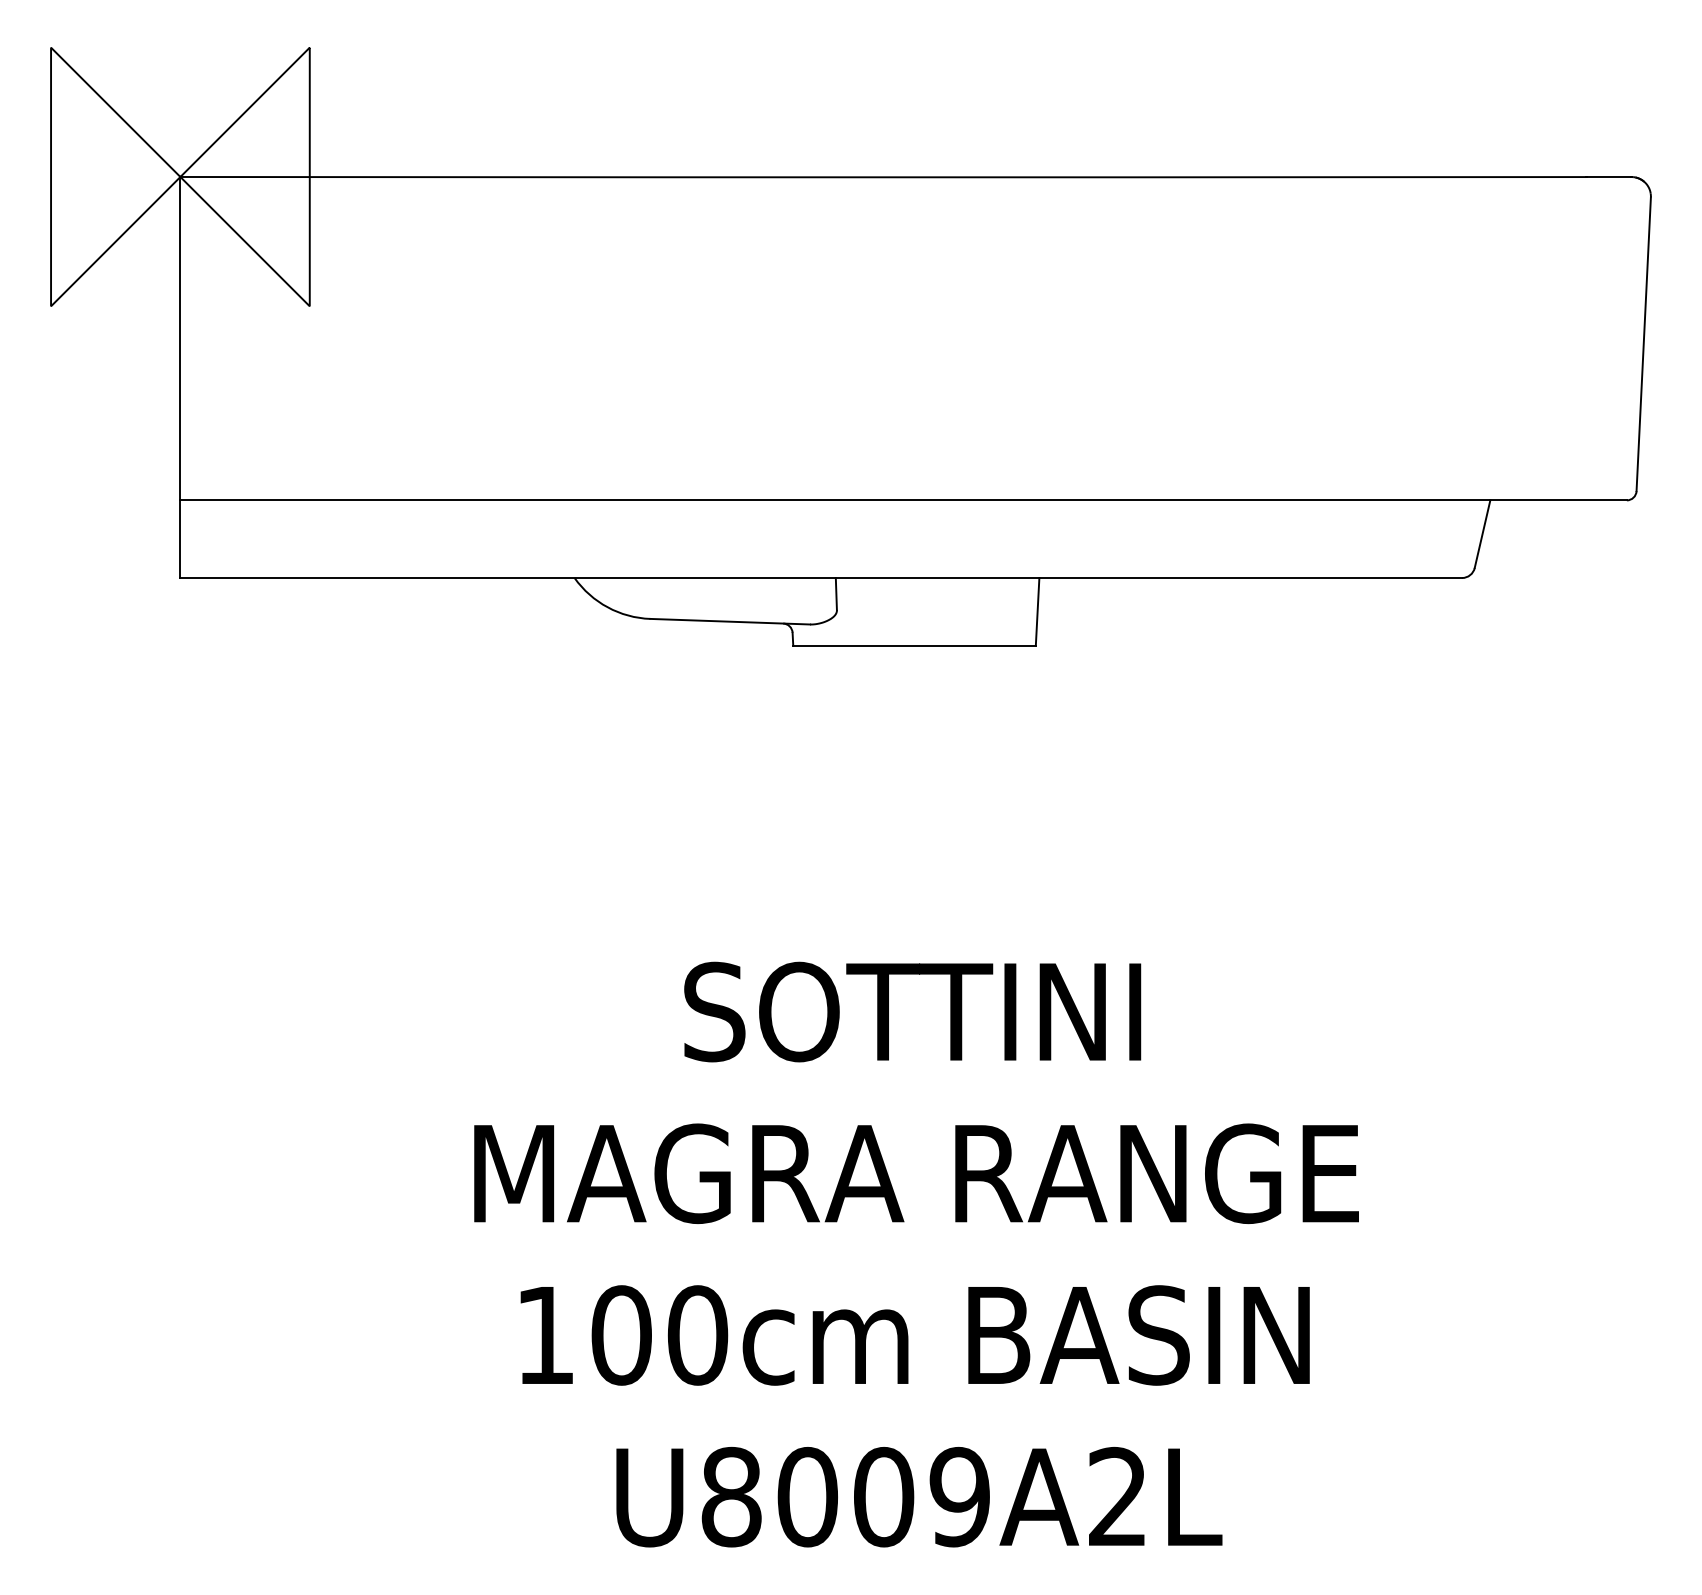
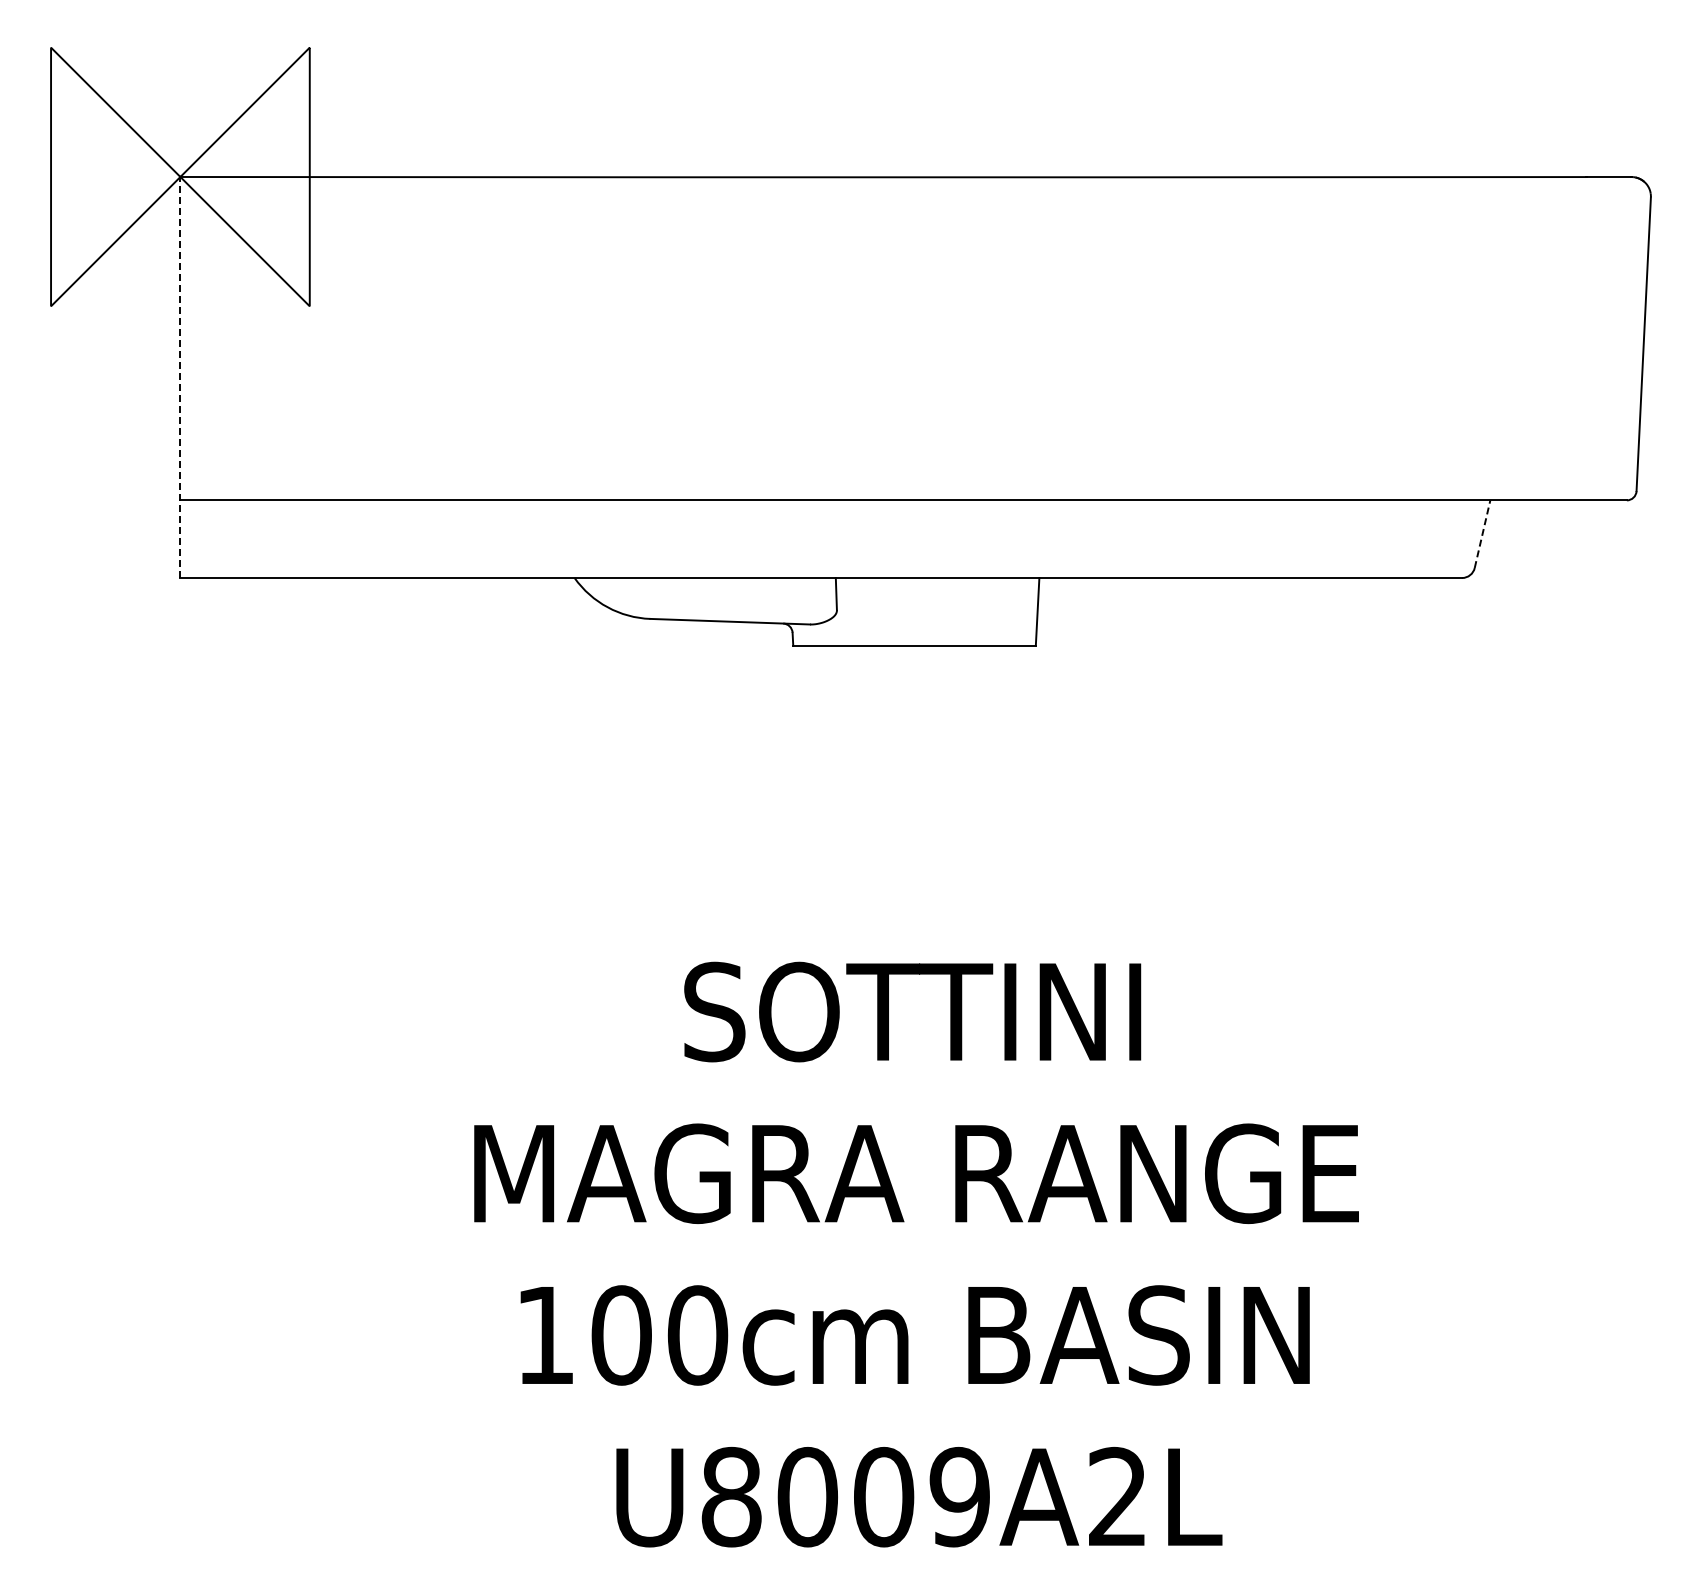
line at (180, 377): solid -> dashed
line at (1482, 534): solid -> dashed
